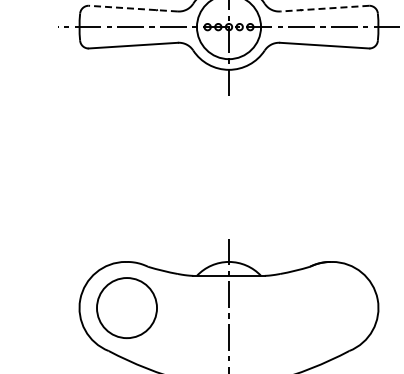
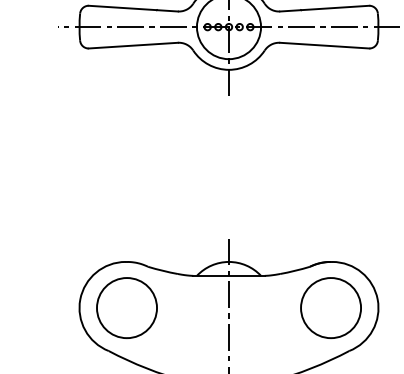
line at (133, 8): dashed -> solid
line at (324, 8): dashed -> solid
part at (330, 307): none -> present
